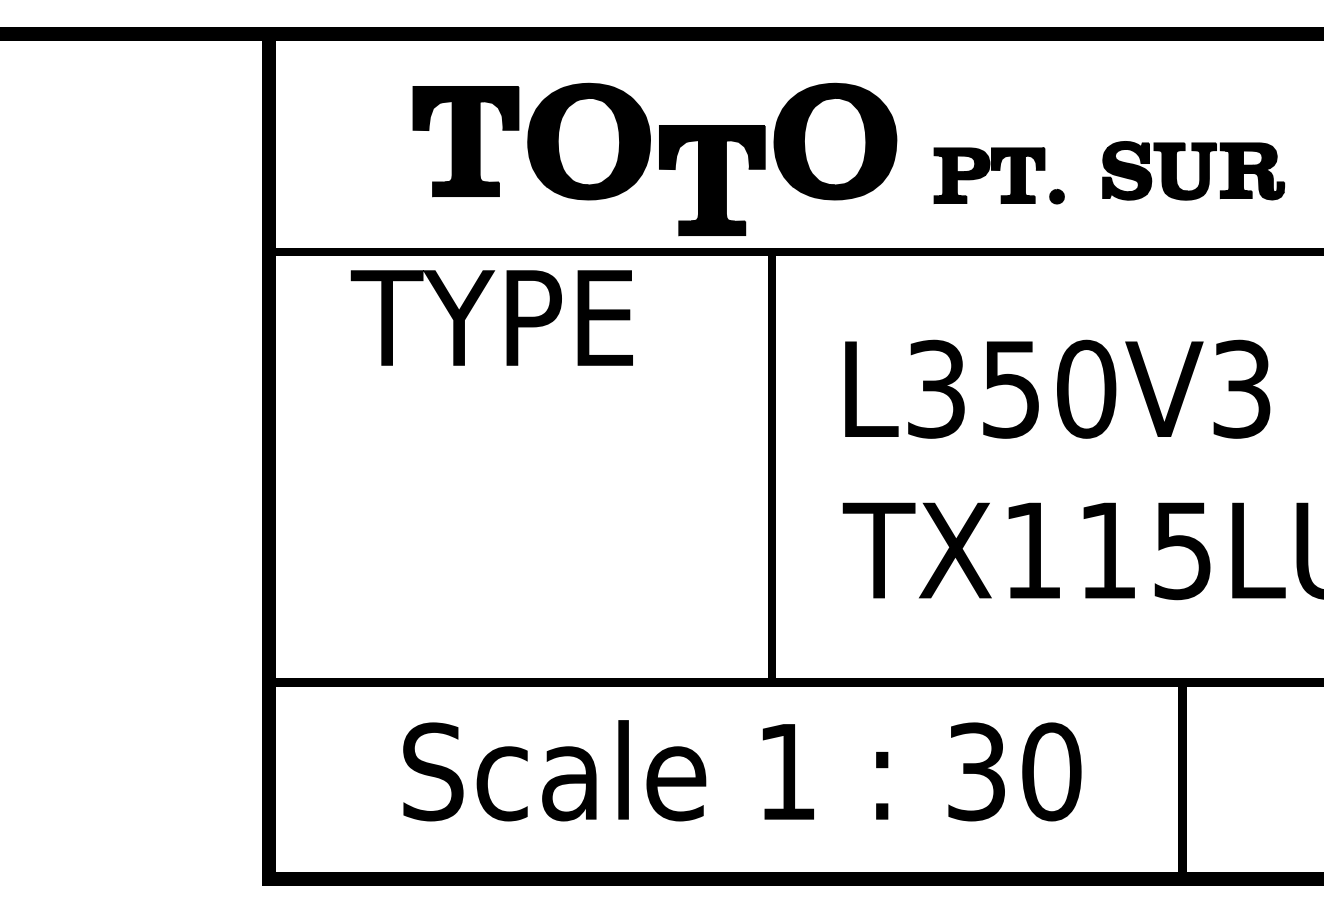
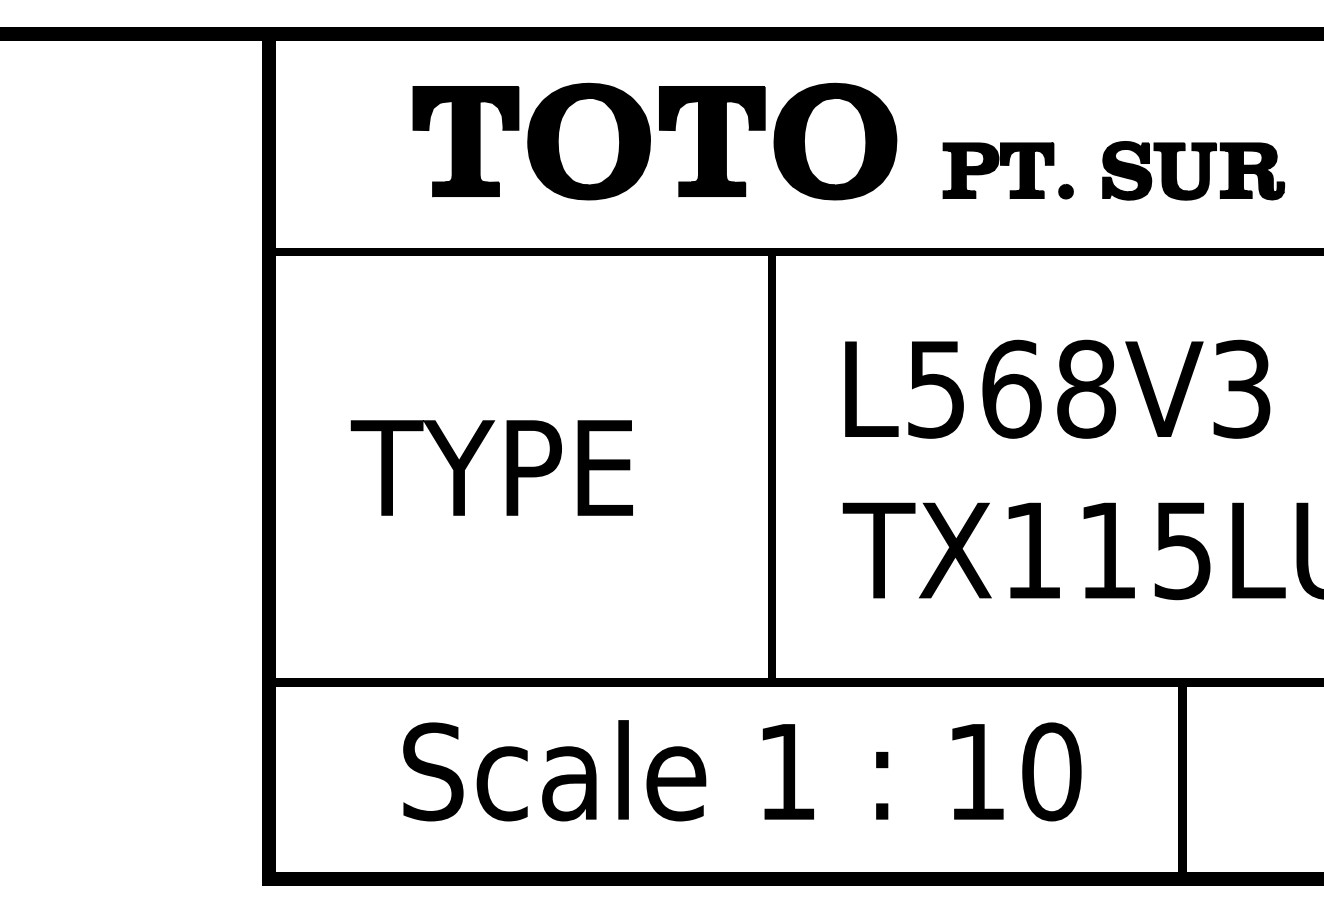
part at (998, 175) position: (998, 175) -> (1007, 170)
part at (712, 180) position: (712, 180) -> (712, 141)
text at (491, 317) position: (491, 317) -> (491, 467)
text at (1012, 388): L350V3 -> L568V3
text at (976, 771): 30 -> 10
